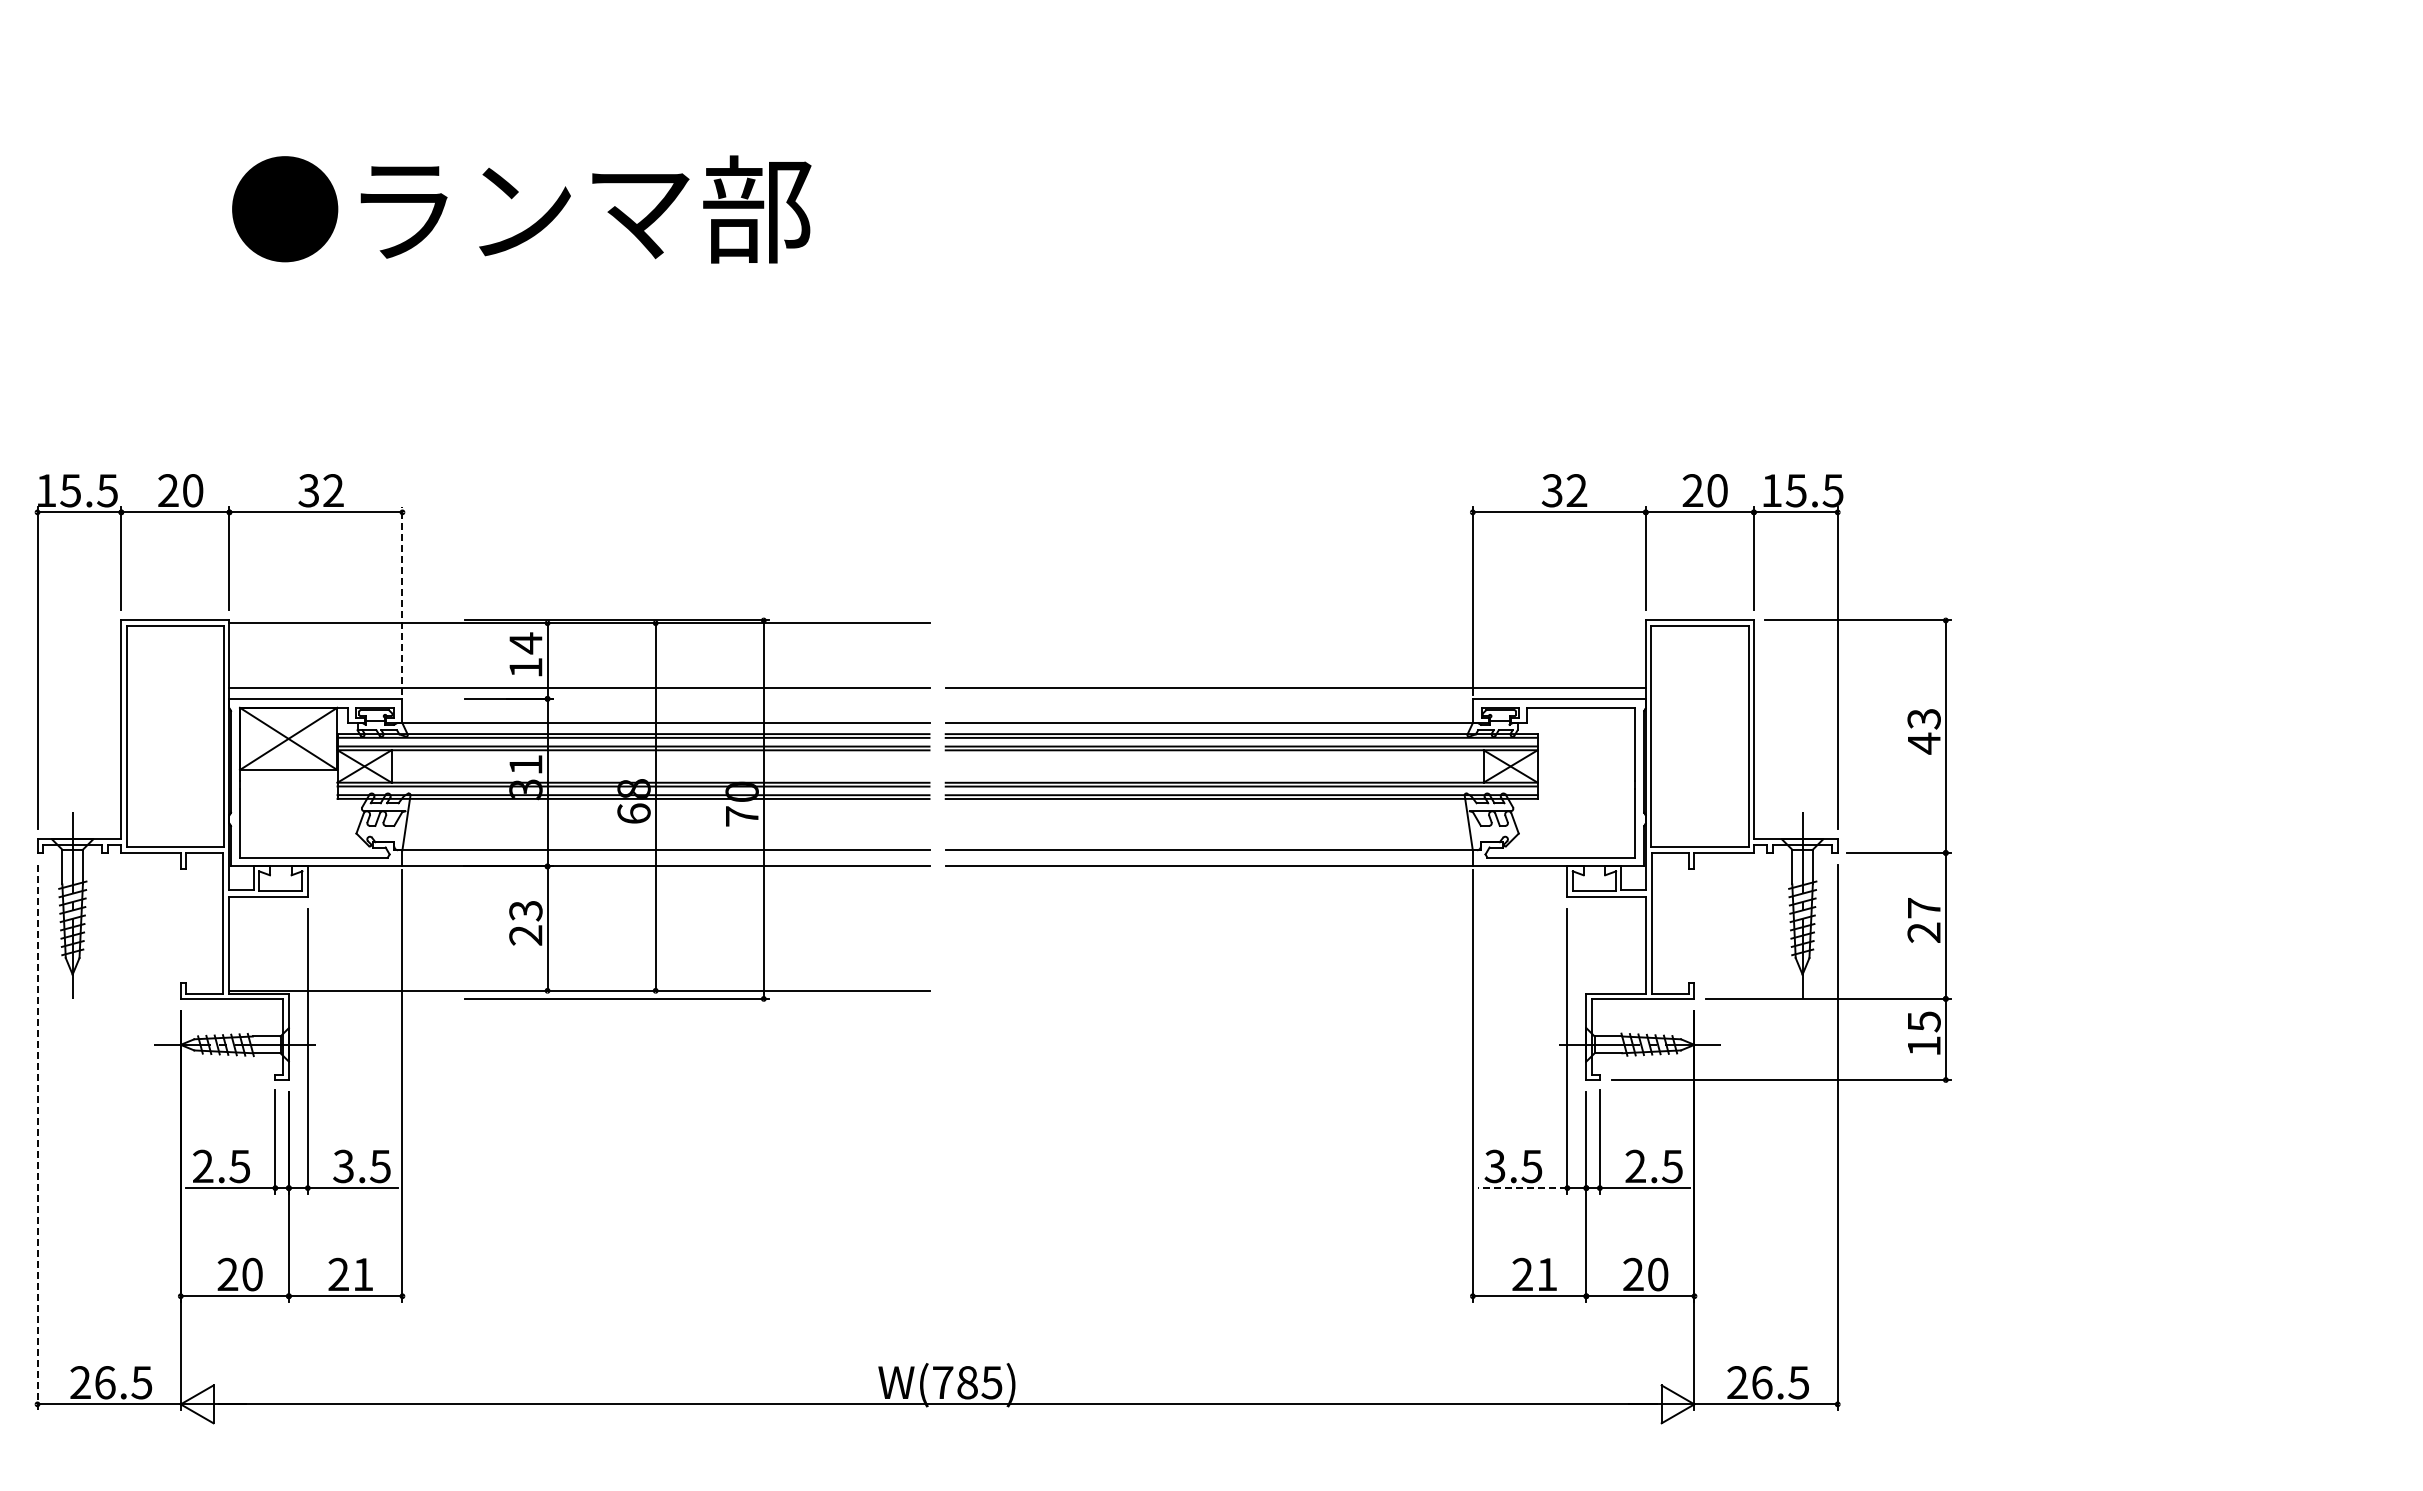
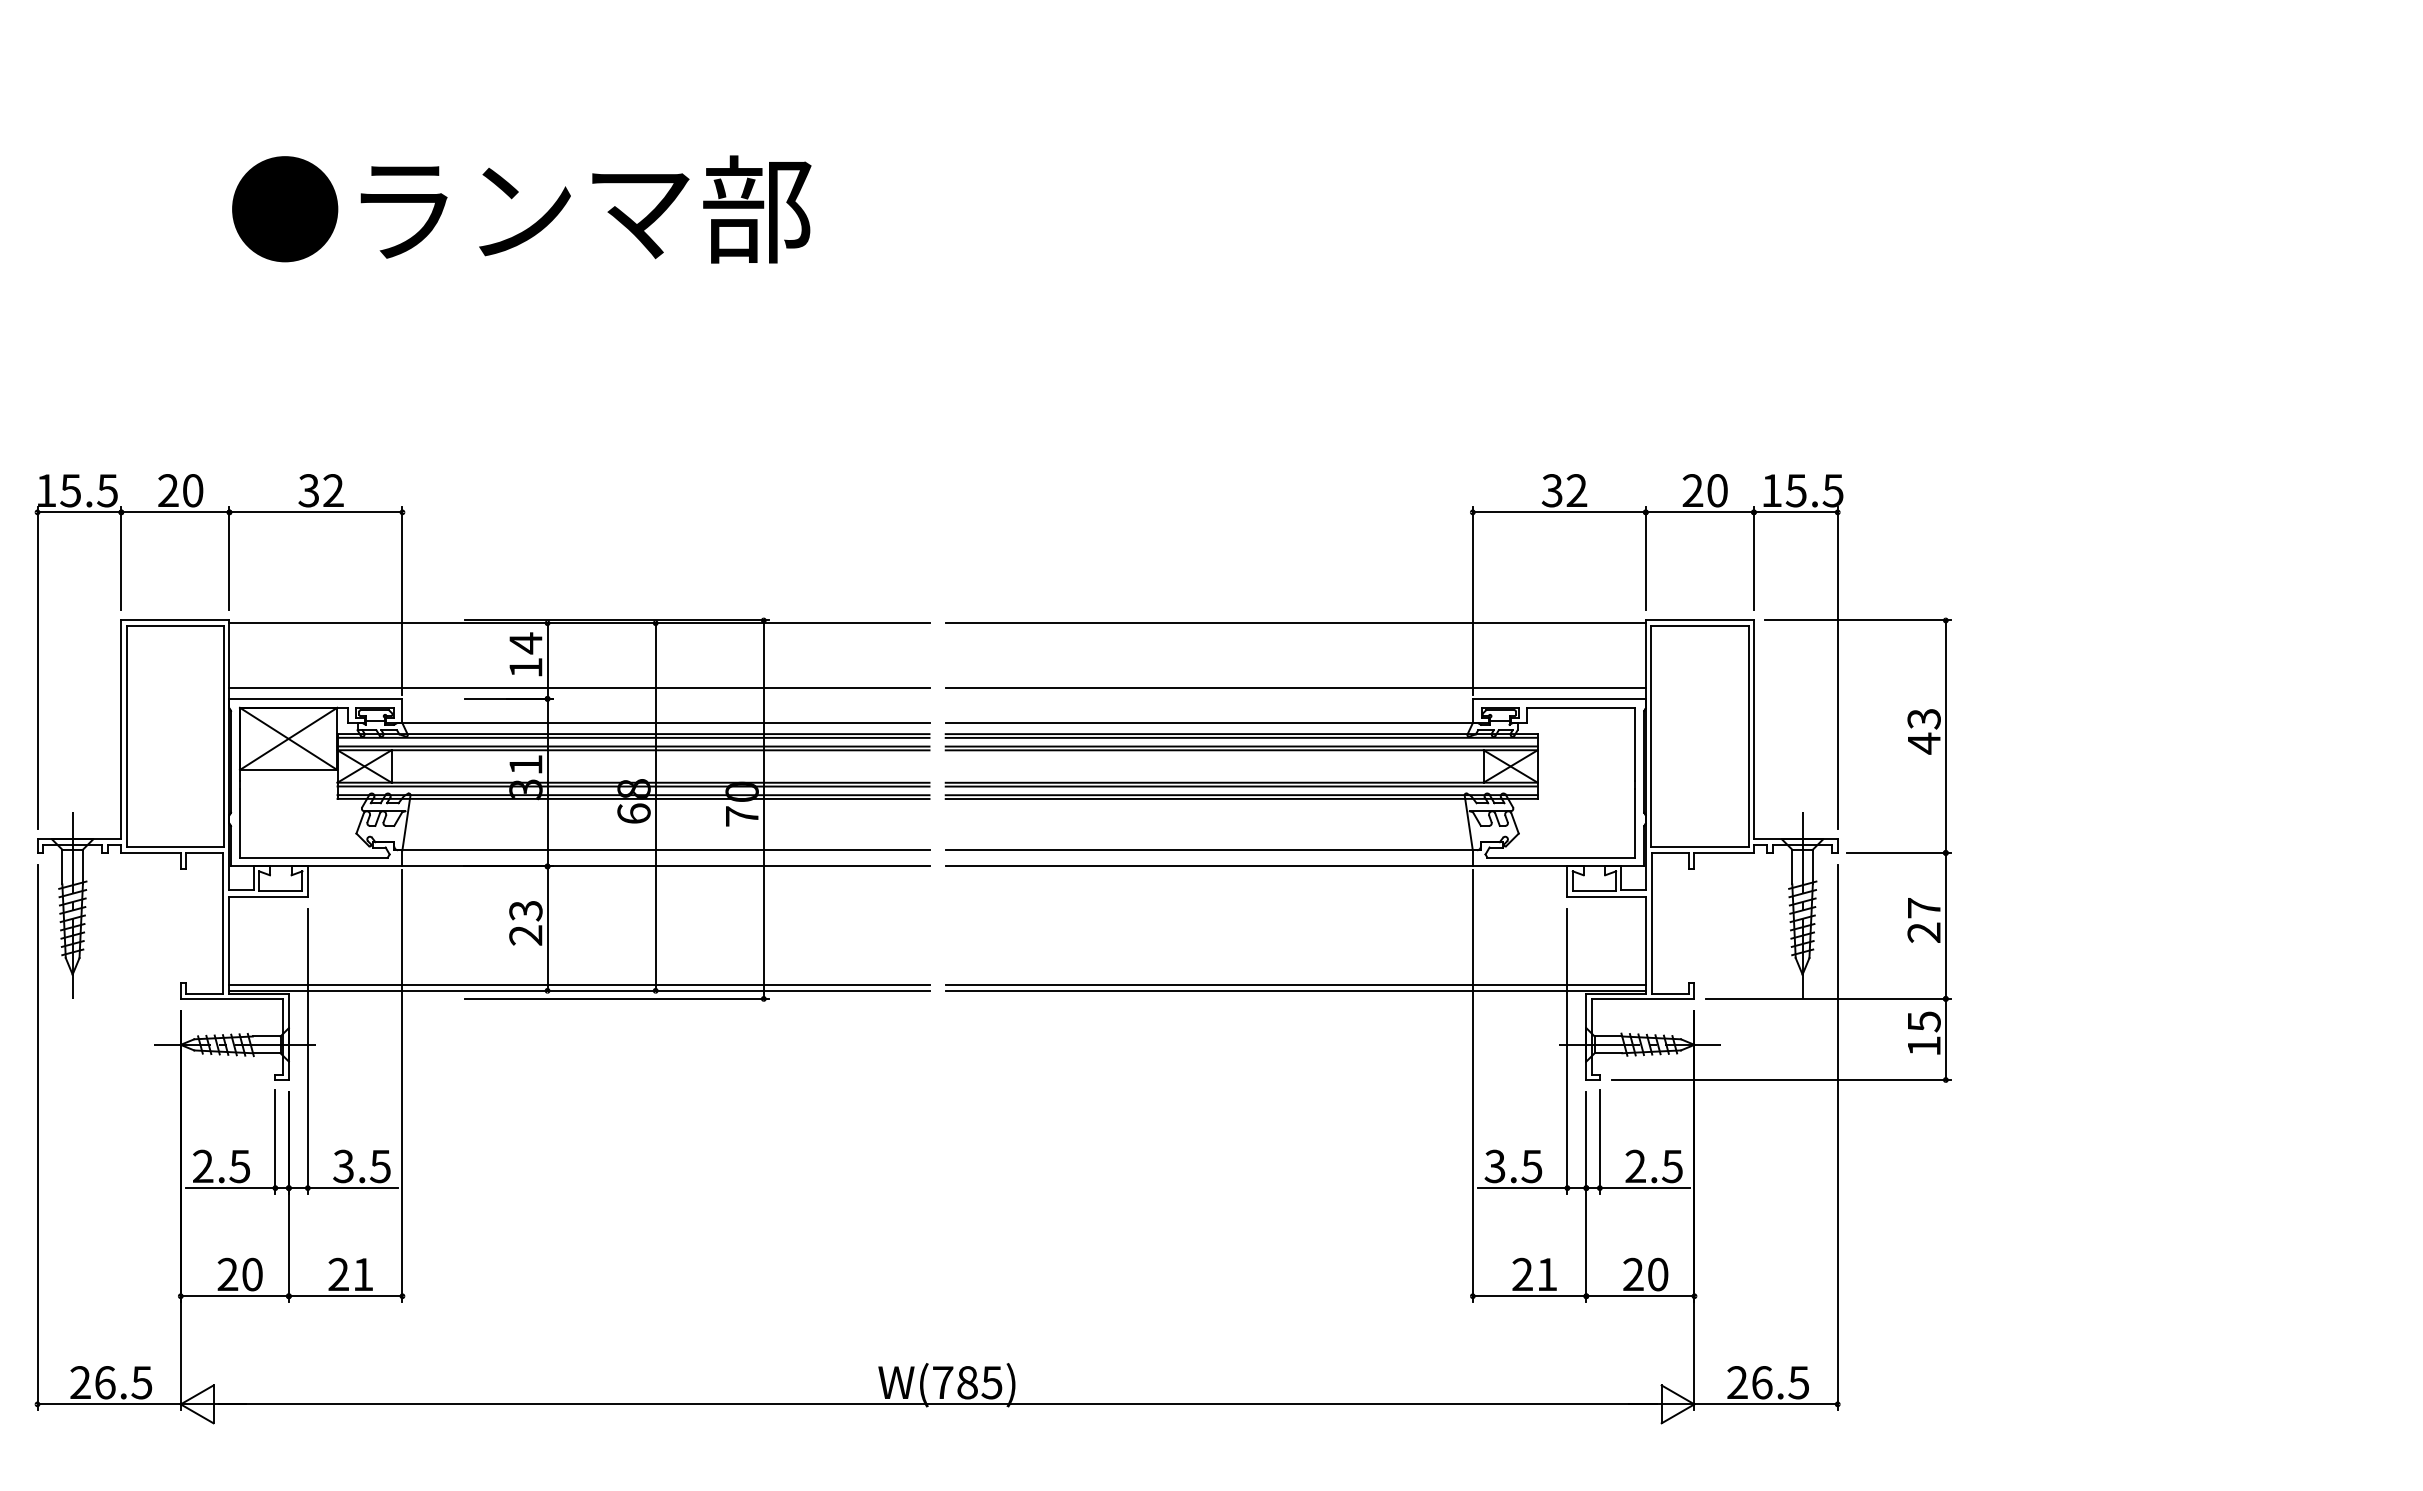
line at (402, 600): dashed -> solid
line at (1295, 623): none -> present
line at (579, 985): none -> present
line at (1295, 985): none -> present
line at (1295, 990): none -> present
line at (37, 1137): dashed -> solid
line at (1522, 1188): dashed -> solid
